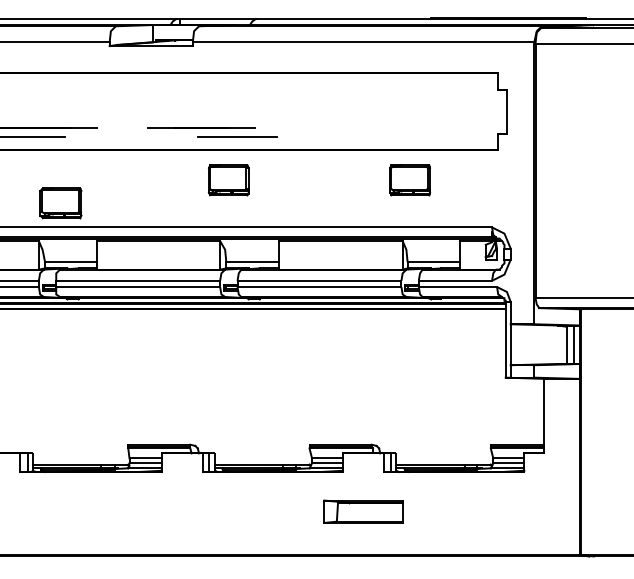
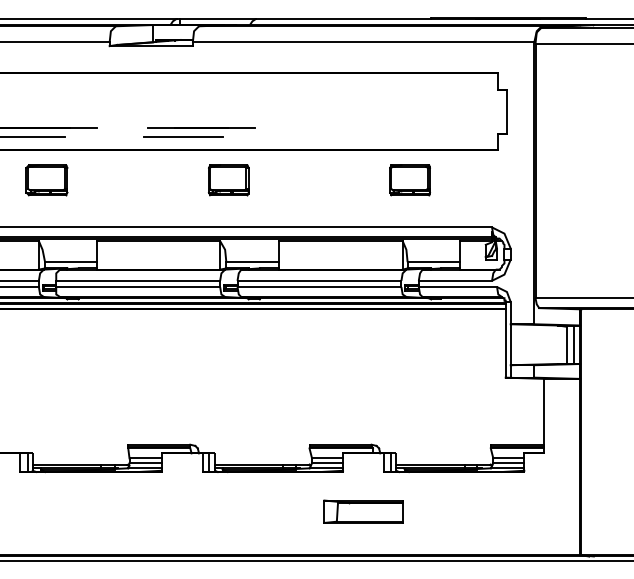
line at (237, 136) position: (237, 136) -> (183, 136)
part at (60, 203) position: (60, 203) -> (46, 180)
line at (316, 561): none -> present
